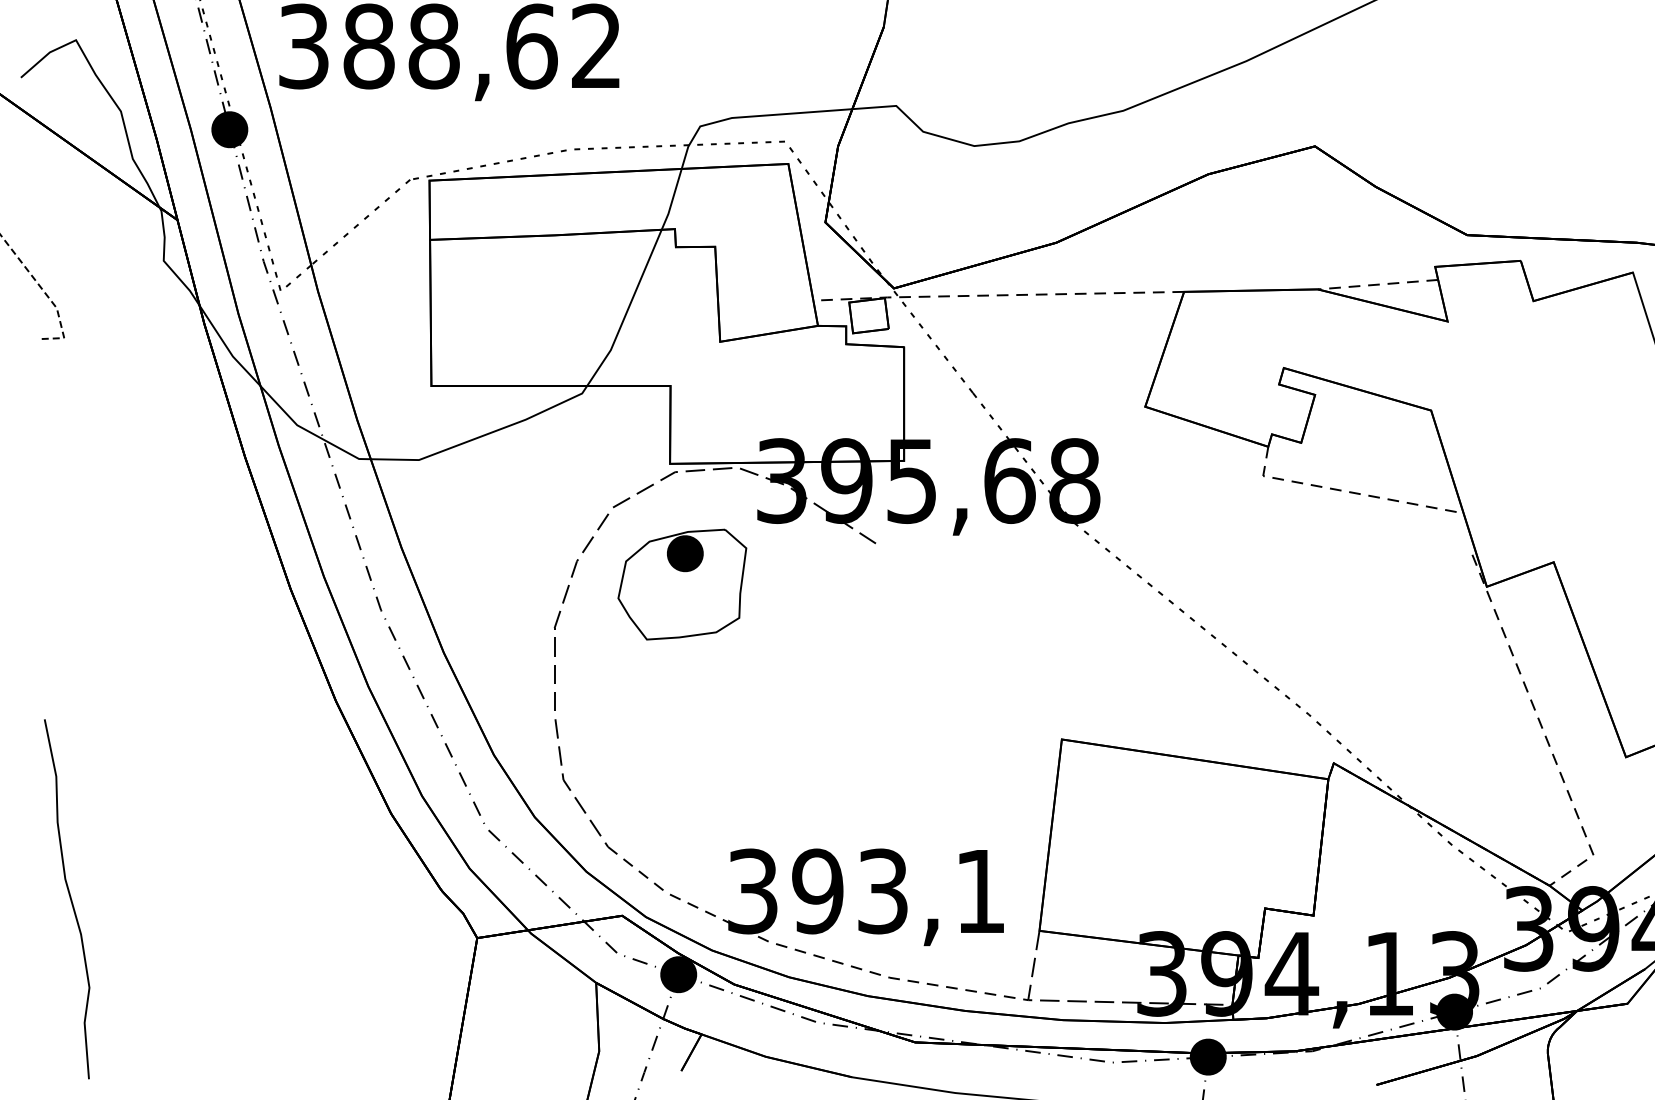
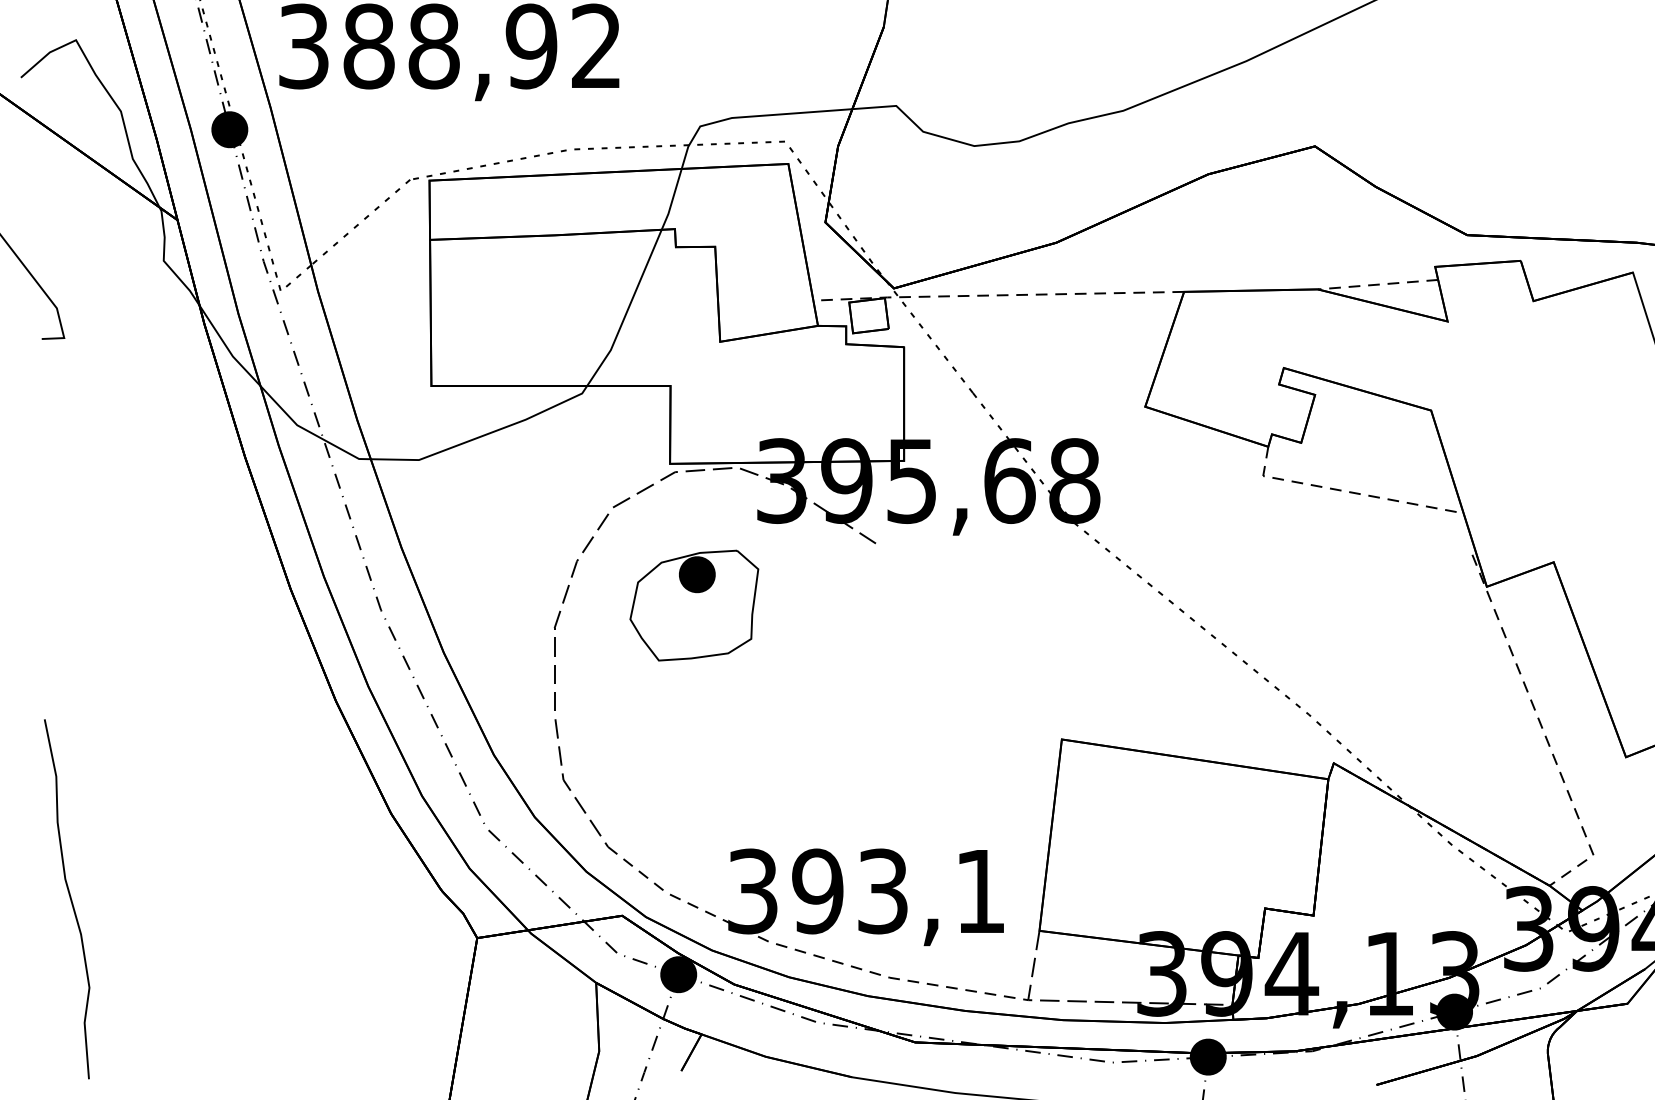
text at (531, 46): 388,62 -> 388,92
line at (45, 293): dashed -> solid
part at (682, 584) position: (682, 584) -> (694, 605)
